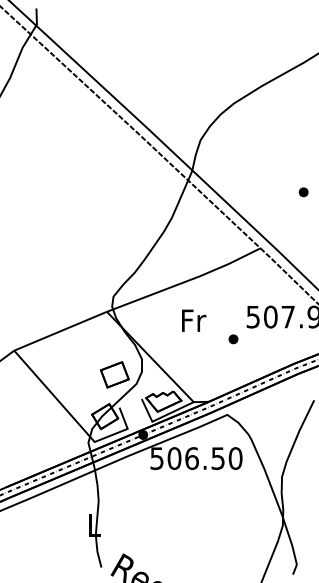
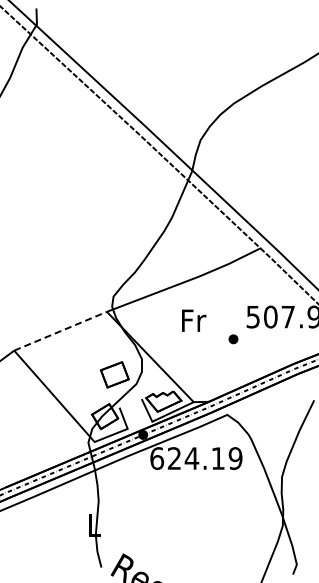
part at (303, 192): present -> none
line at (61, 331): solid -> dashed
text at (196, 458): 506.50 -> 624.19
